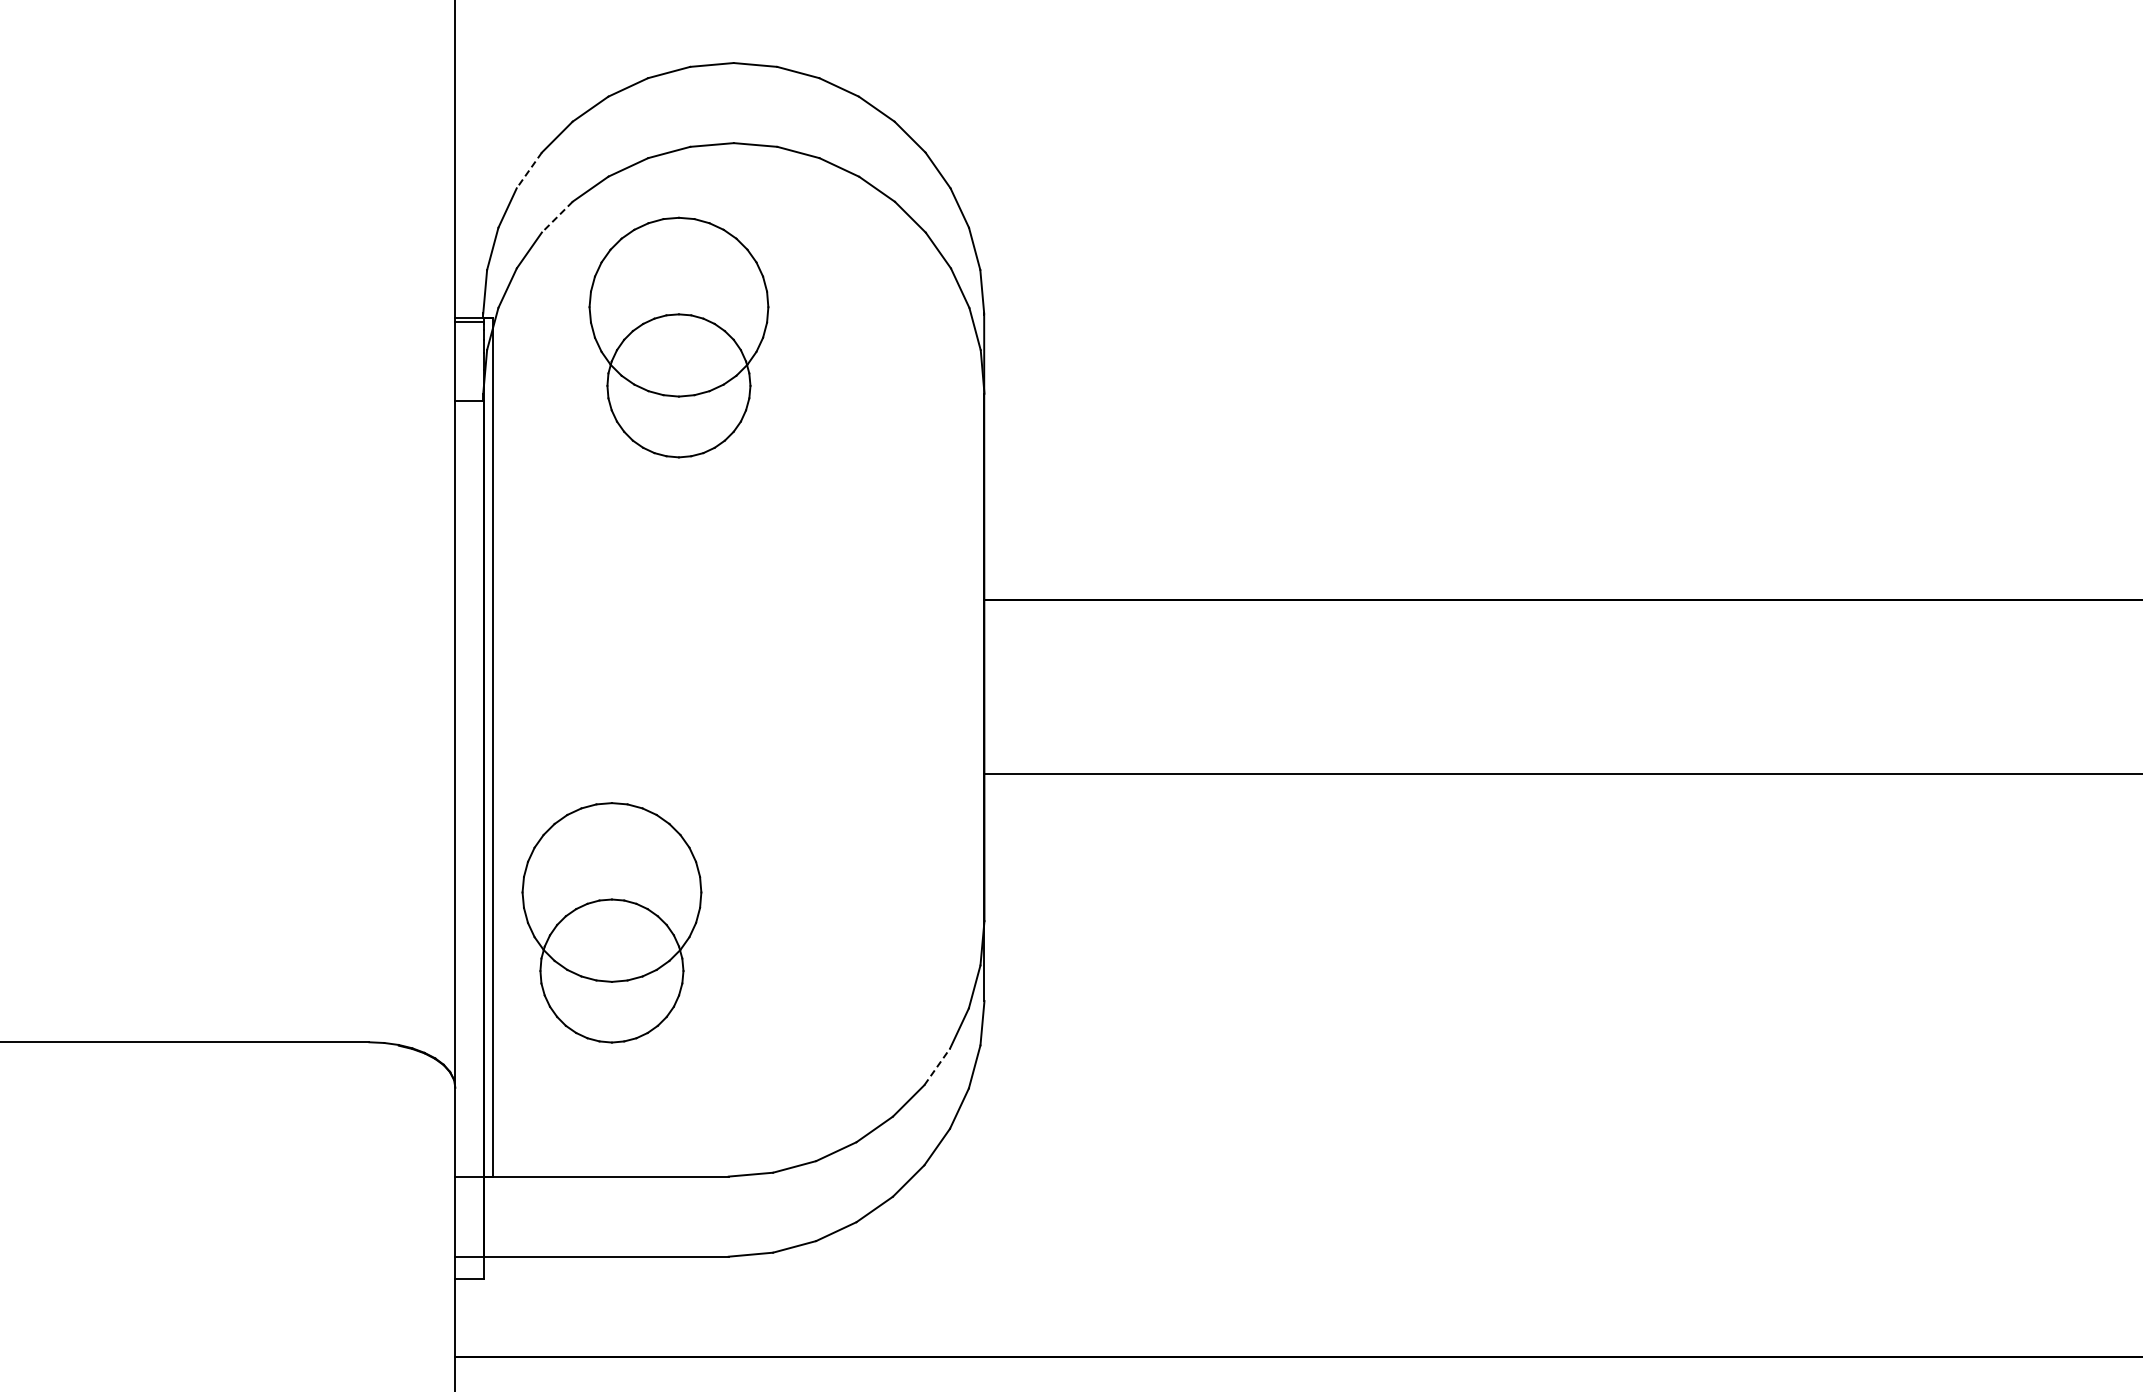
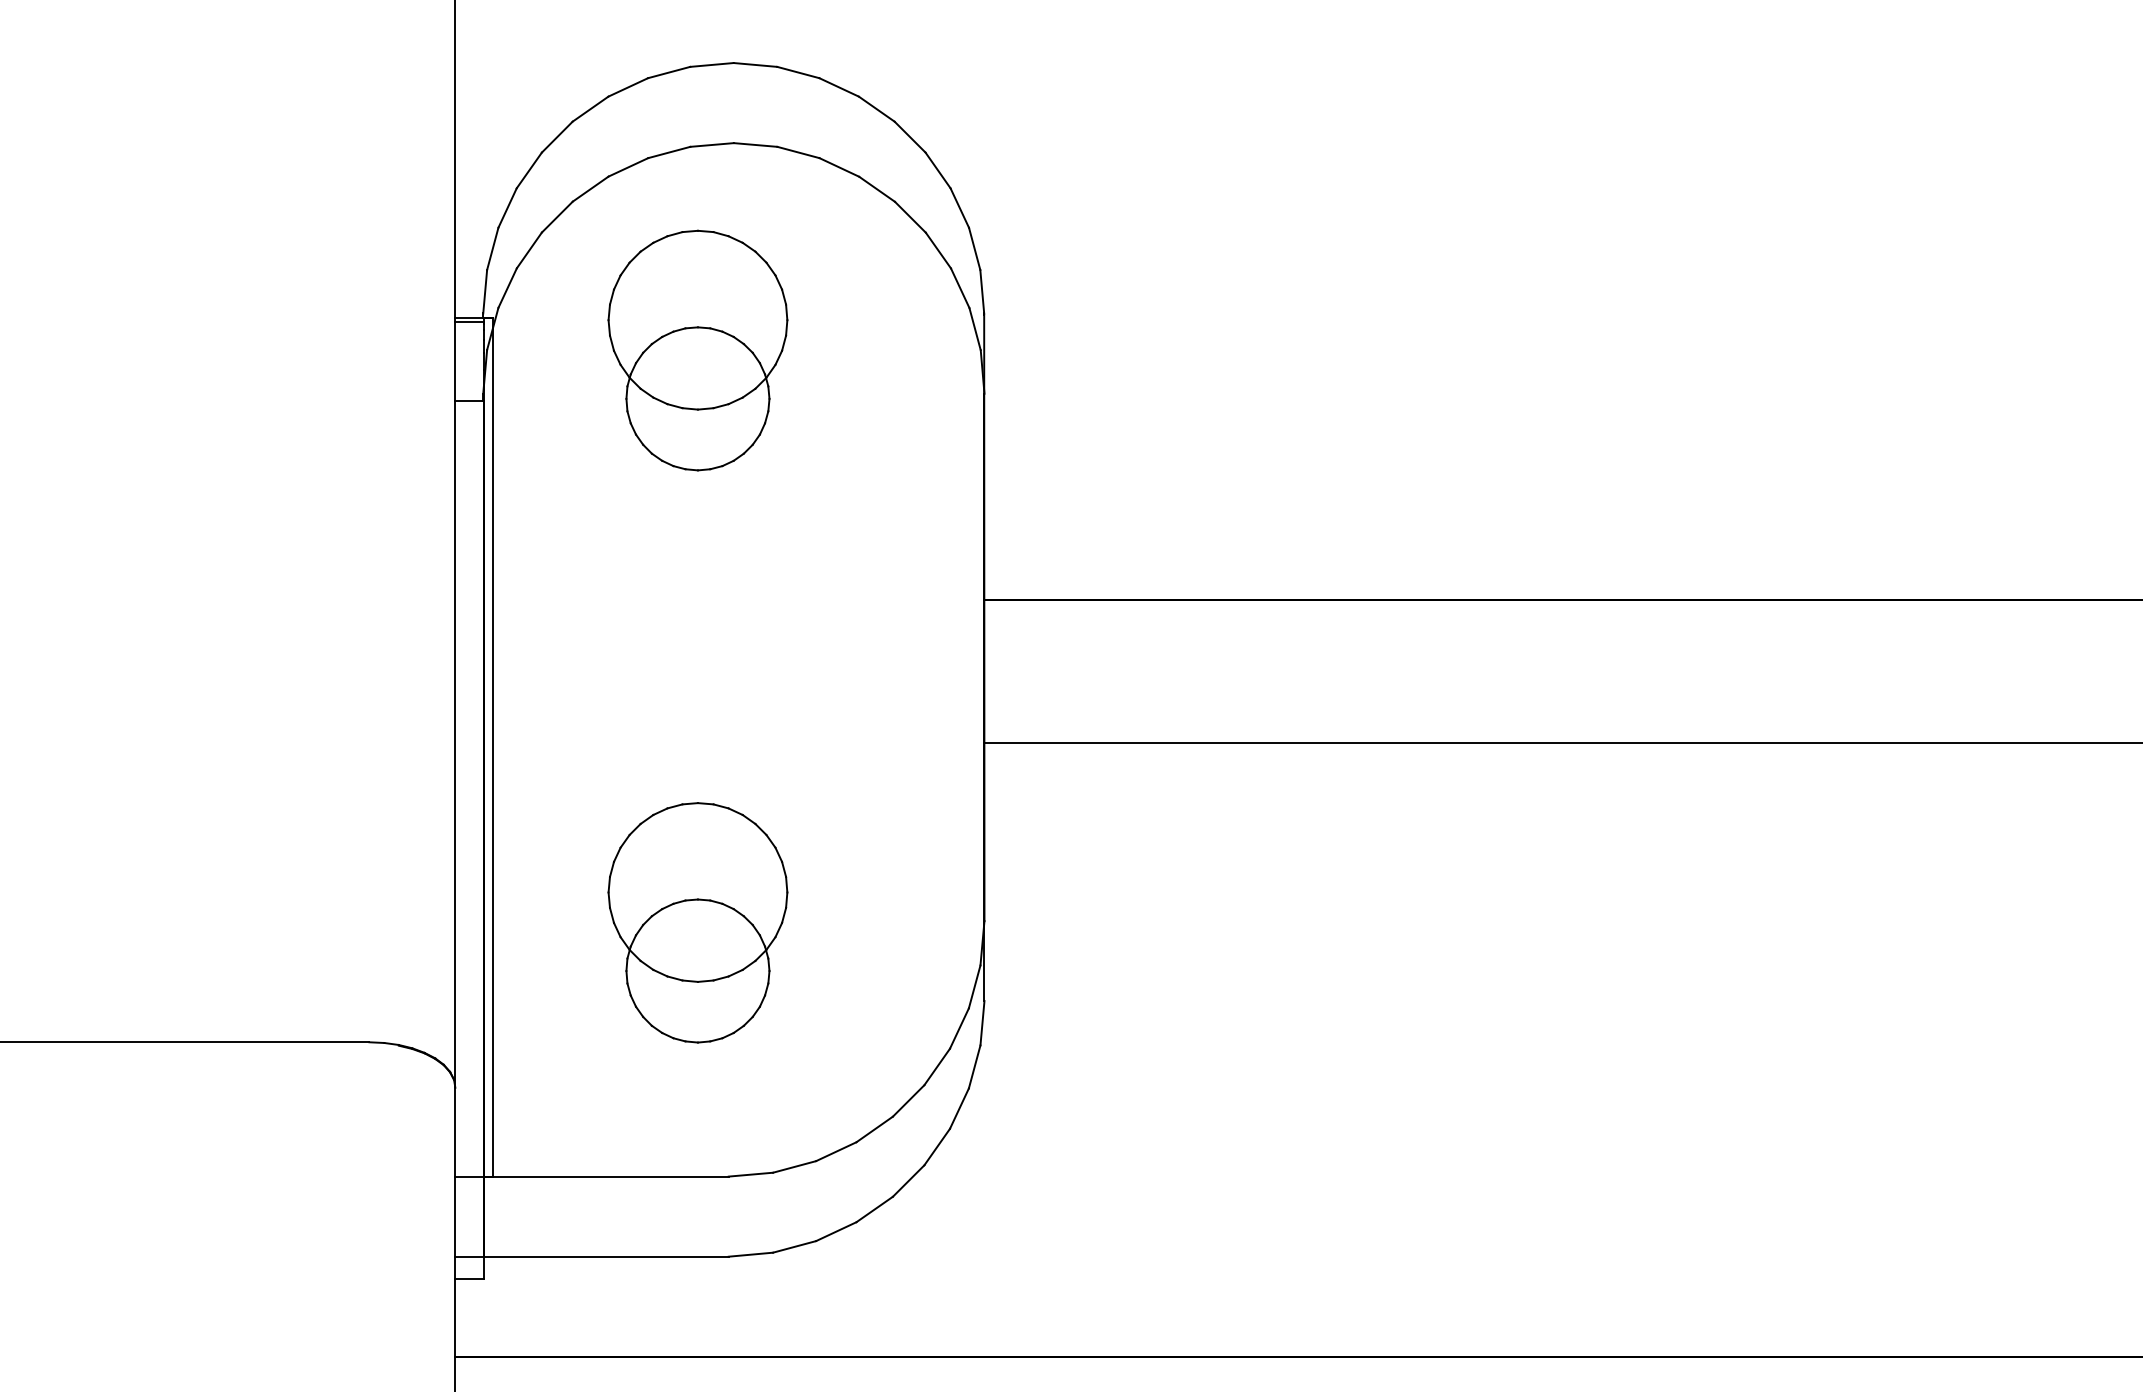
line at (529, 170): dashed -> solid
line at (557, 217): dashed -> solid
part at (678, 337) position: (678, 337) -> (697, 350)
line at (1561, 774) position: (1561, 774) -> (1561, 743)
part at (611, 922) position: (611, 922) -> (697, 922)
line at (937, 1066): dashed -> solid
